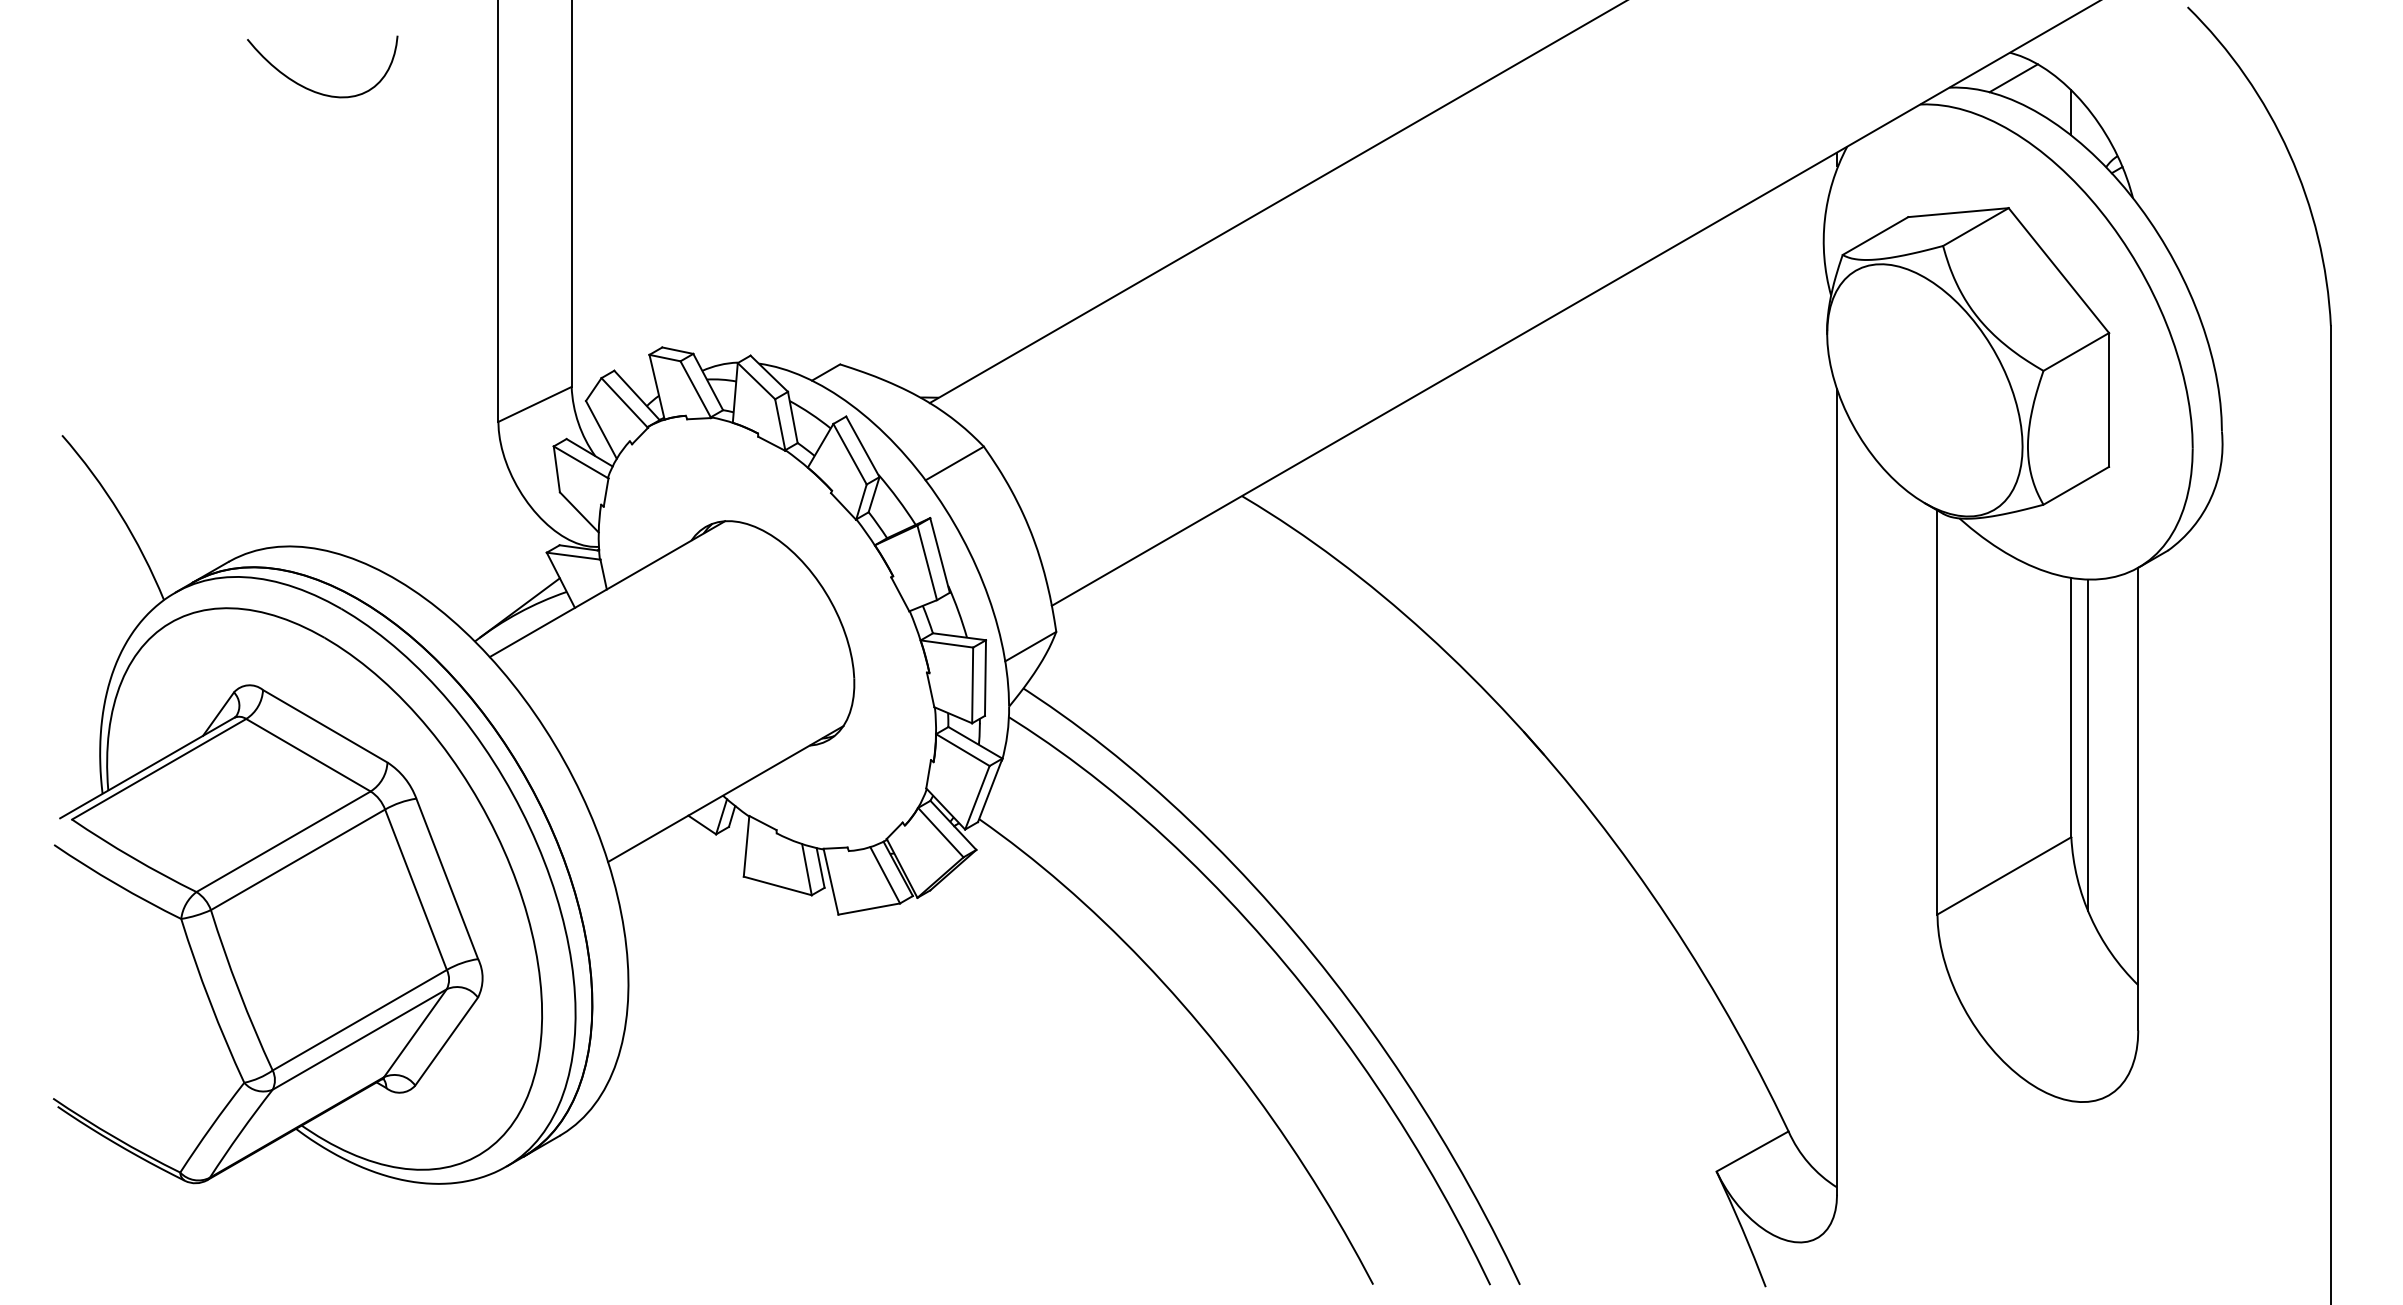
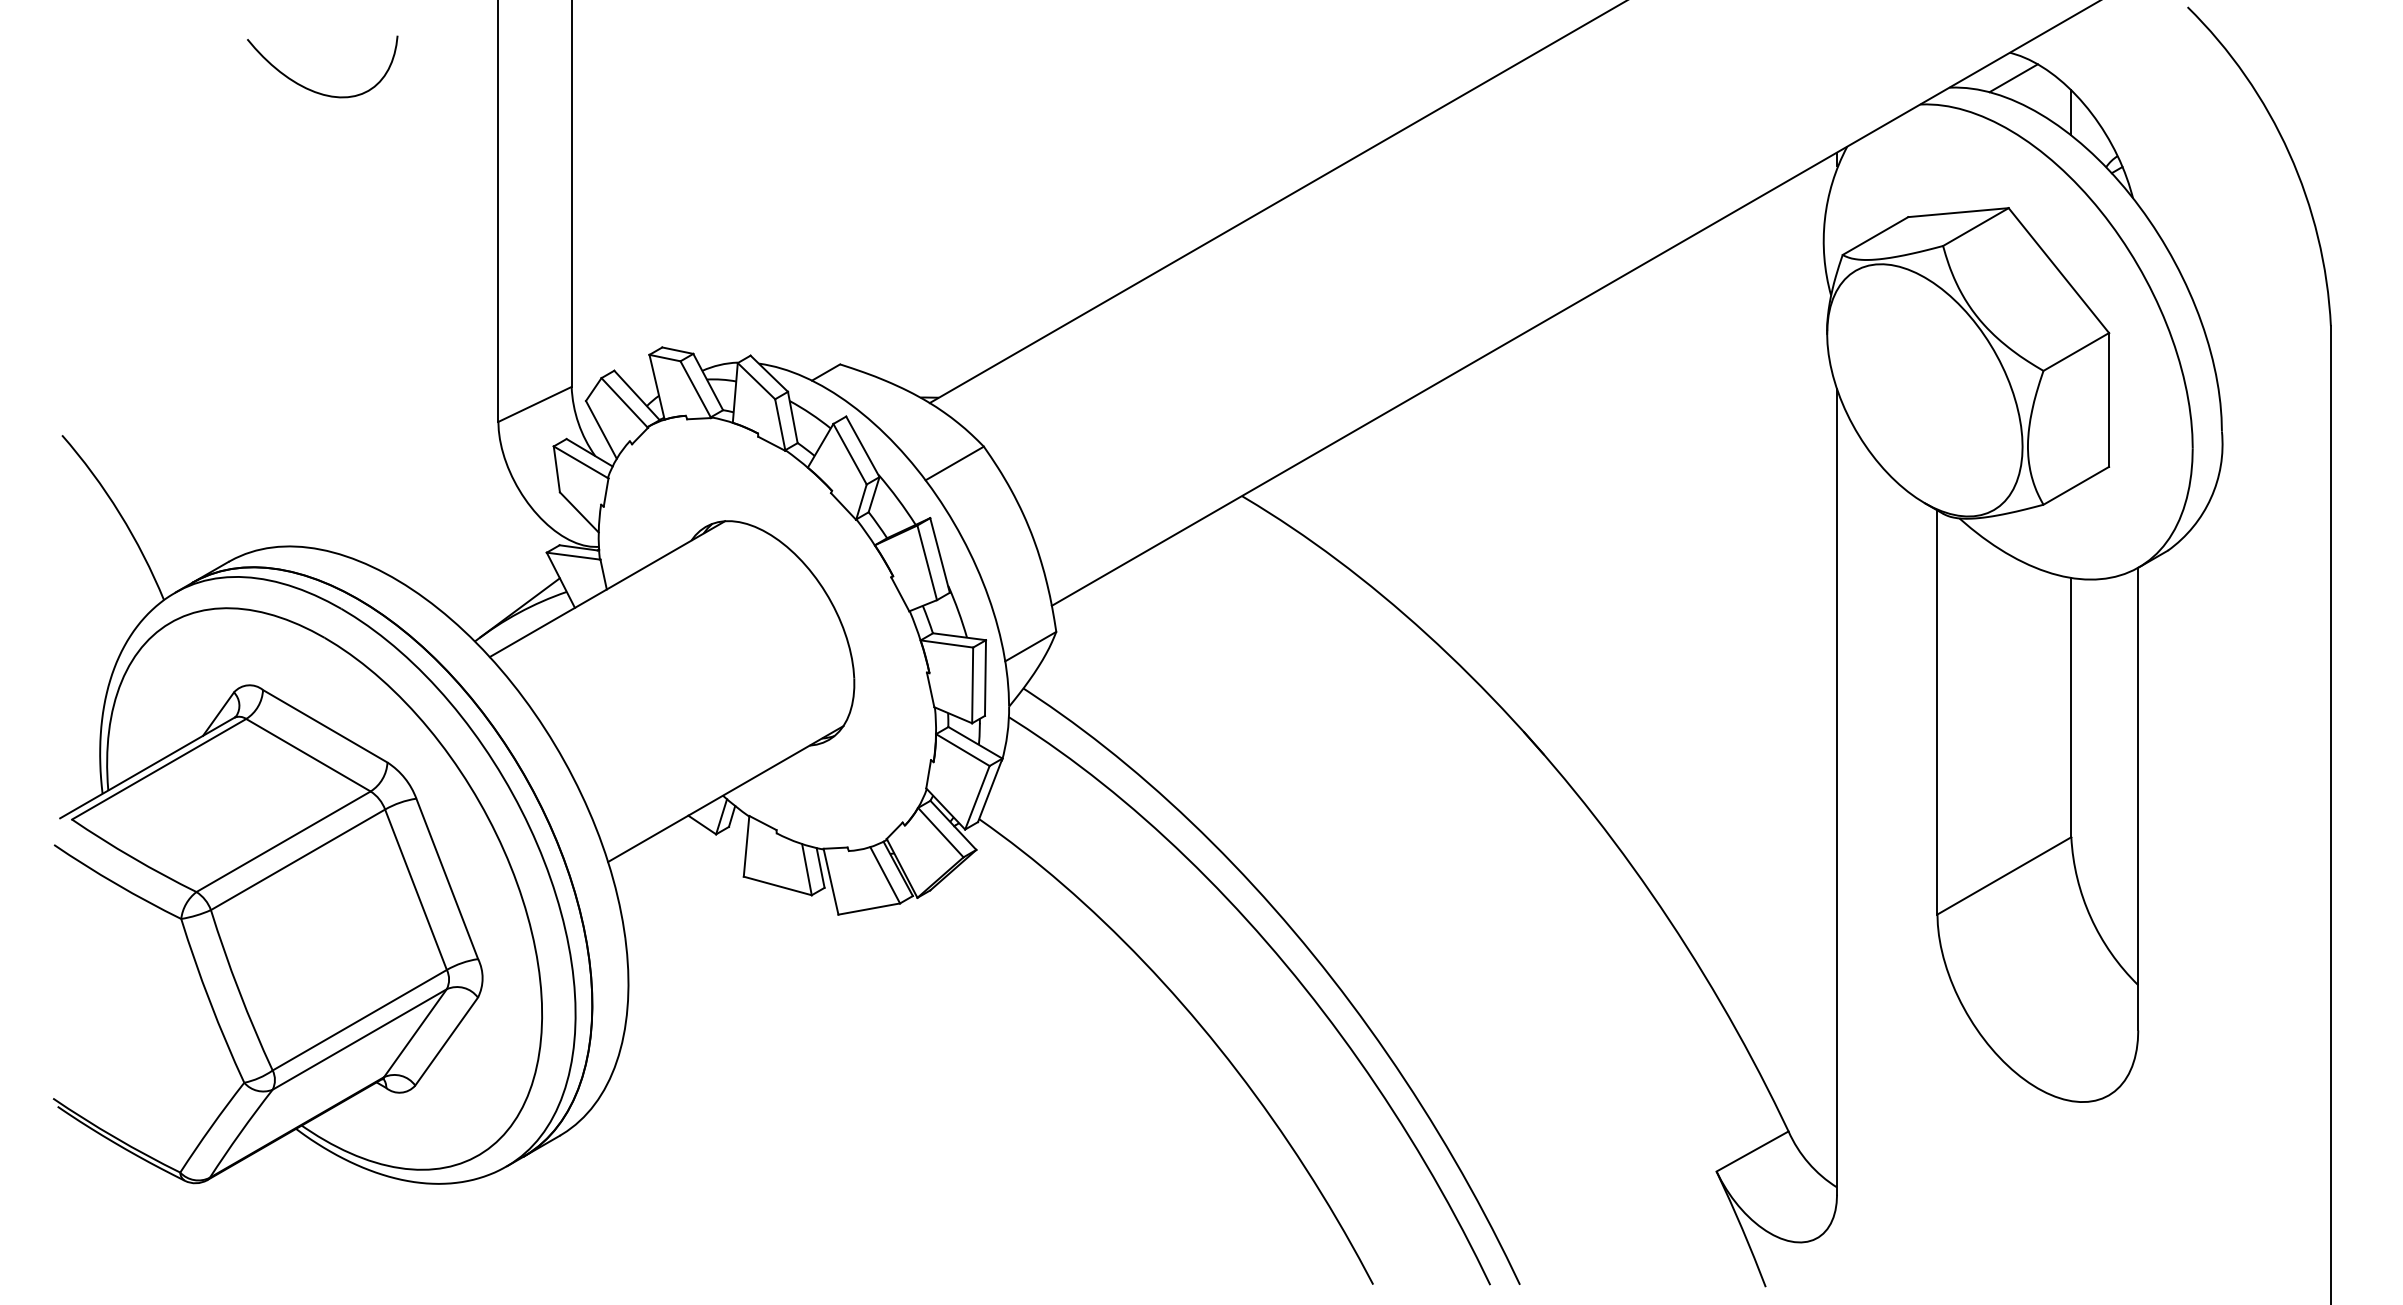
line at (2088, 745): present -> none
